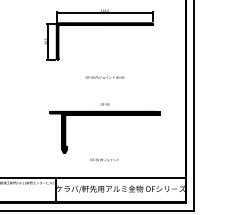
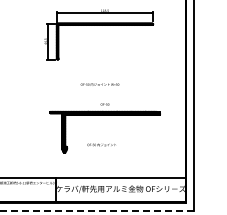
text at (104, 77) position: (104, 77) -> (99, 84)
text at (104, 159) position: (104, 159) -> (101, 144)
line at (97, 211): solid -> dashed
